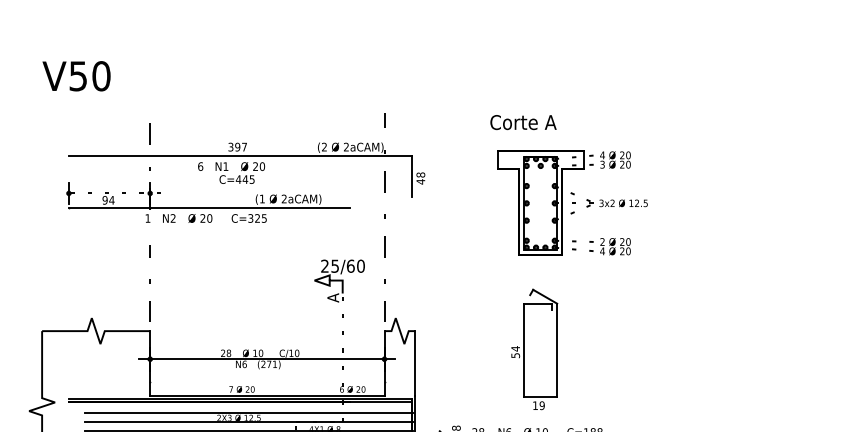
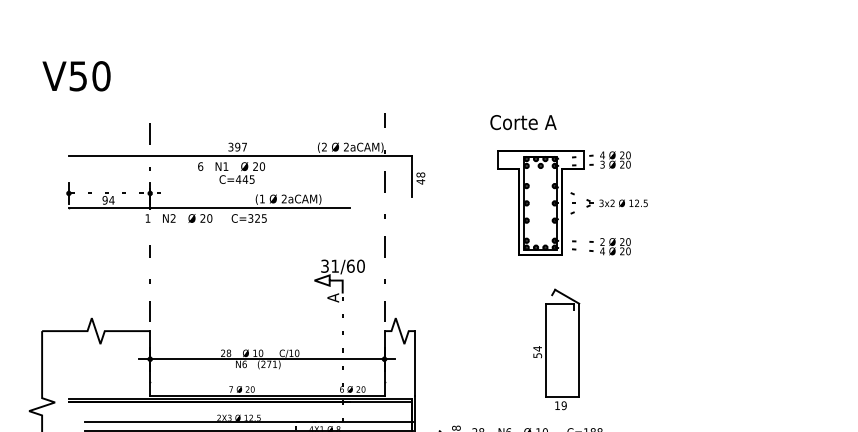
text at (329, 265): 25/60 -> 31/60
part at (534, 349) position: (534, 349) -> (556, 349)
line at (248, 413): present -> none
